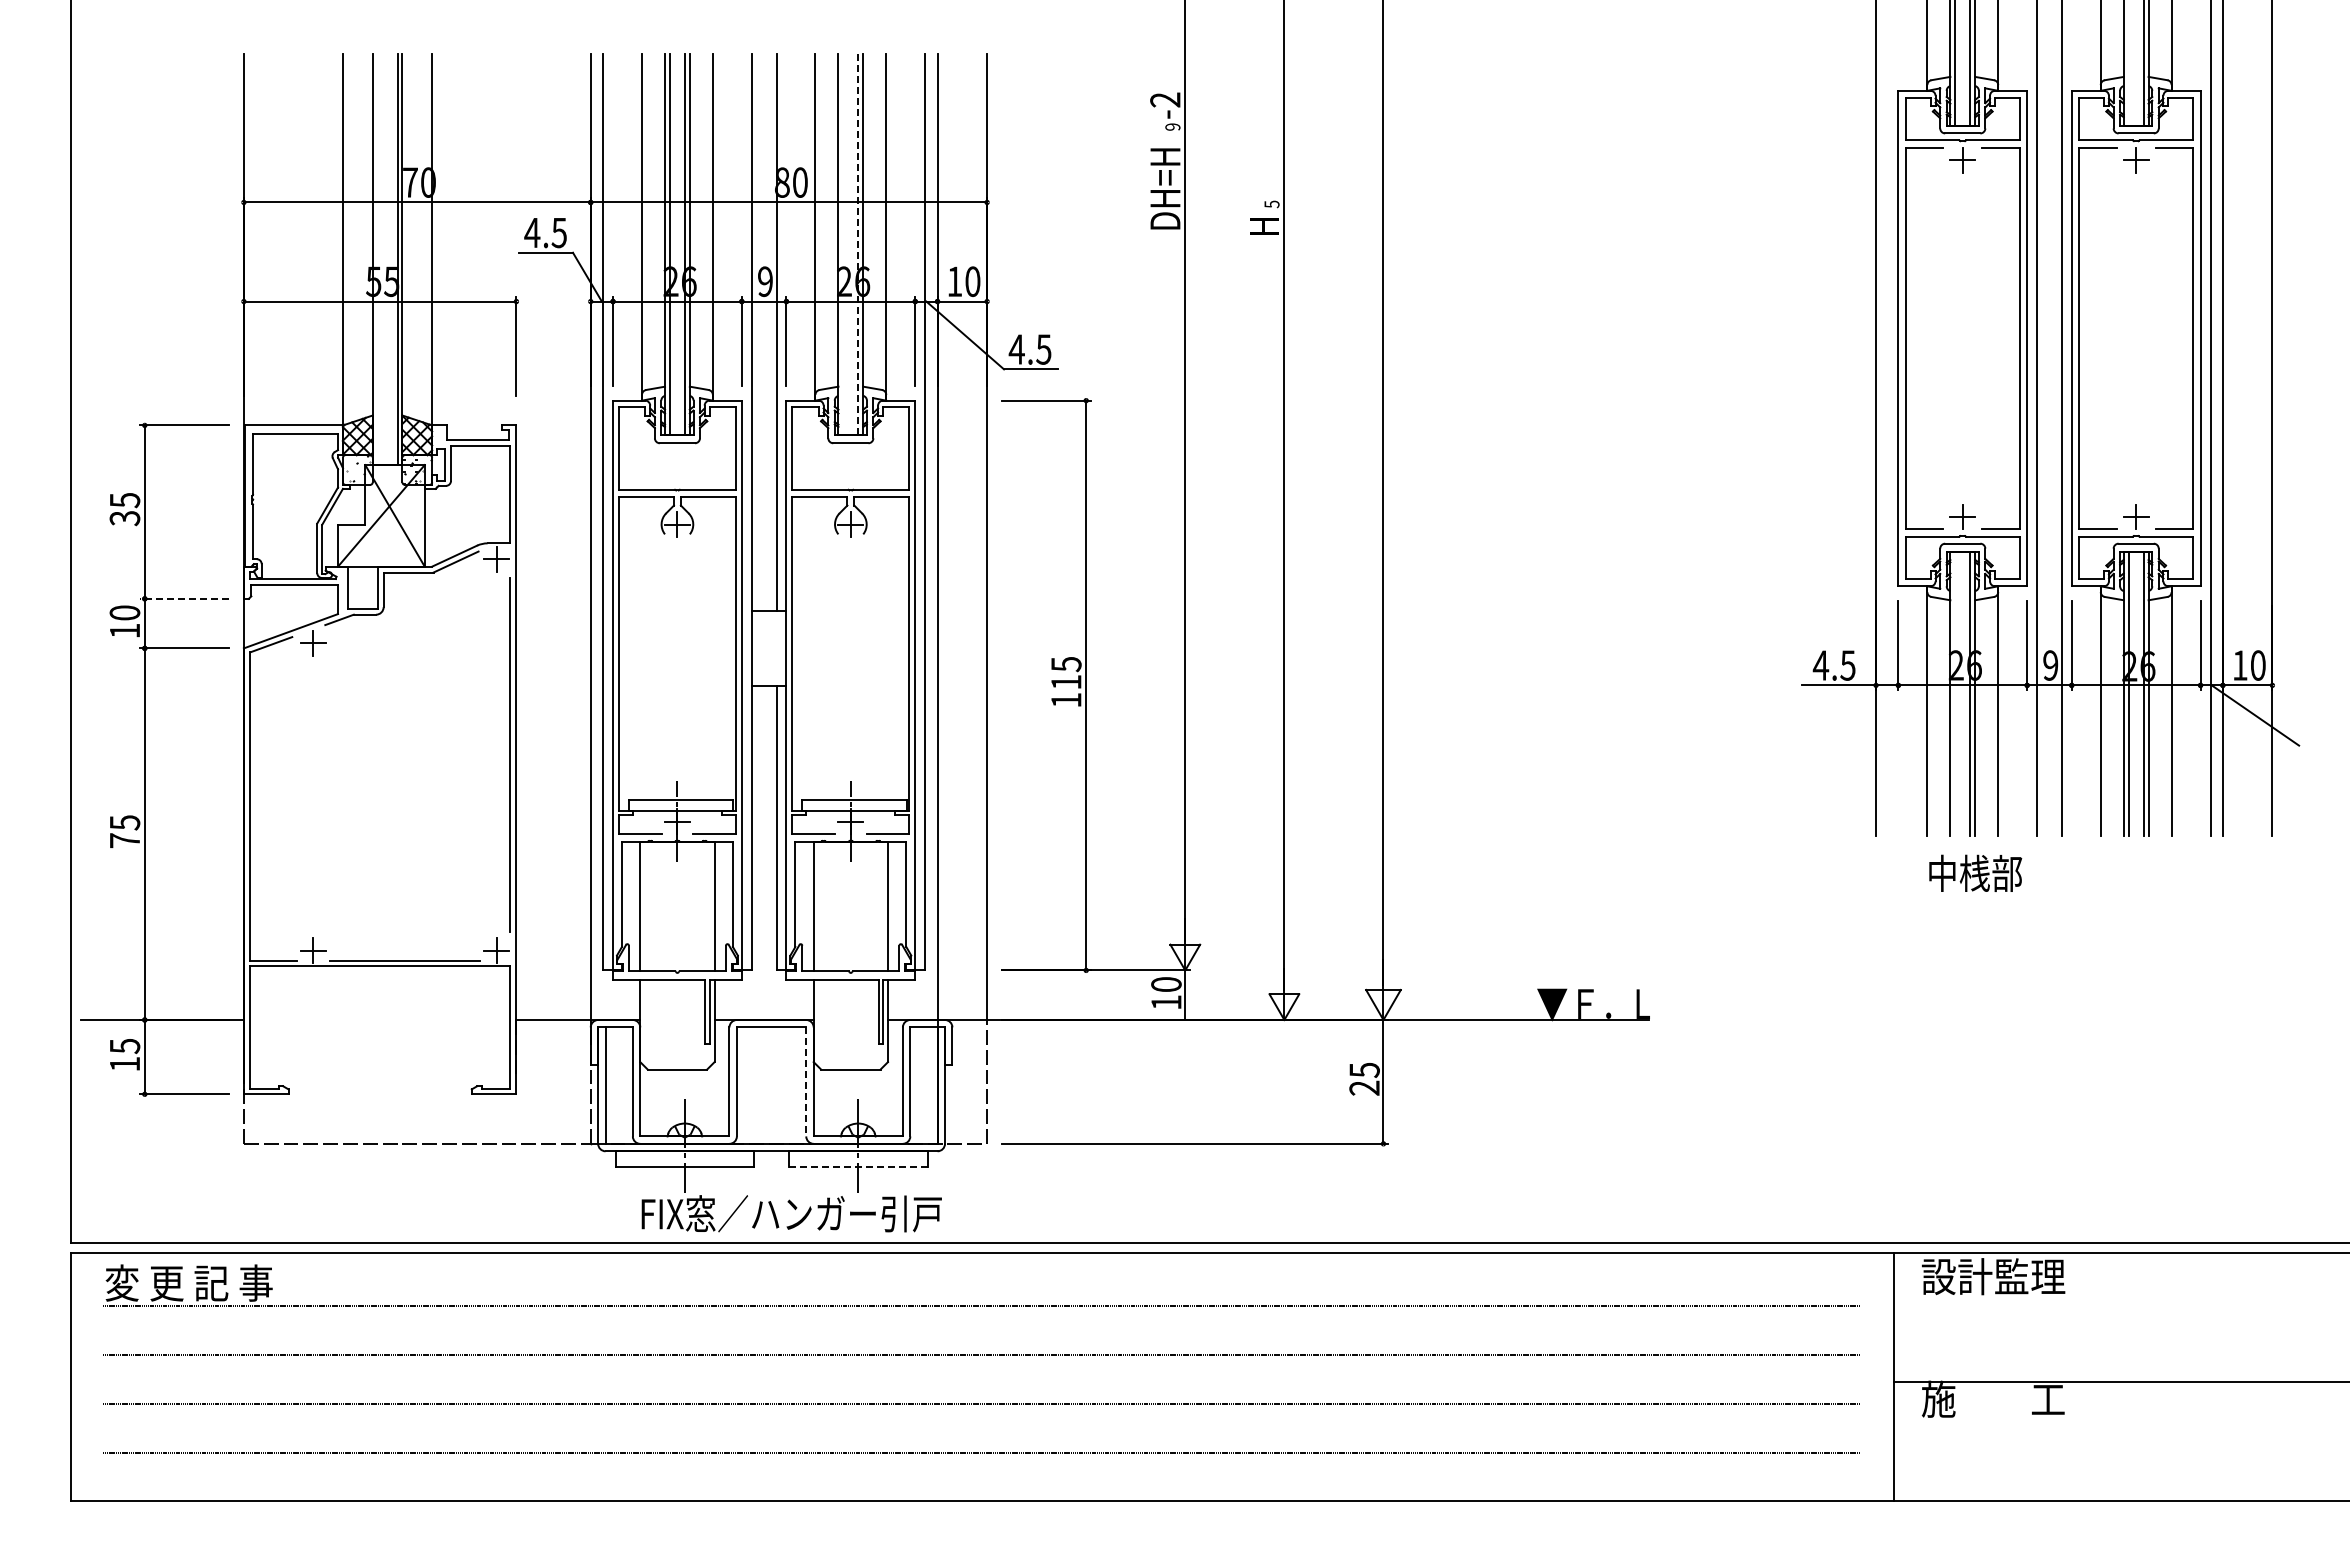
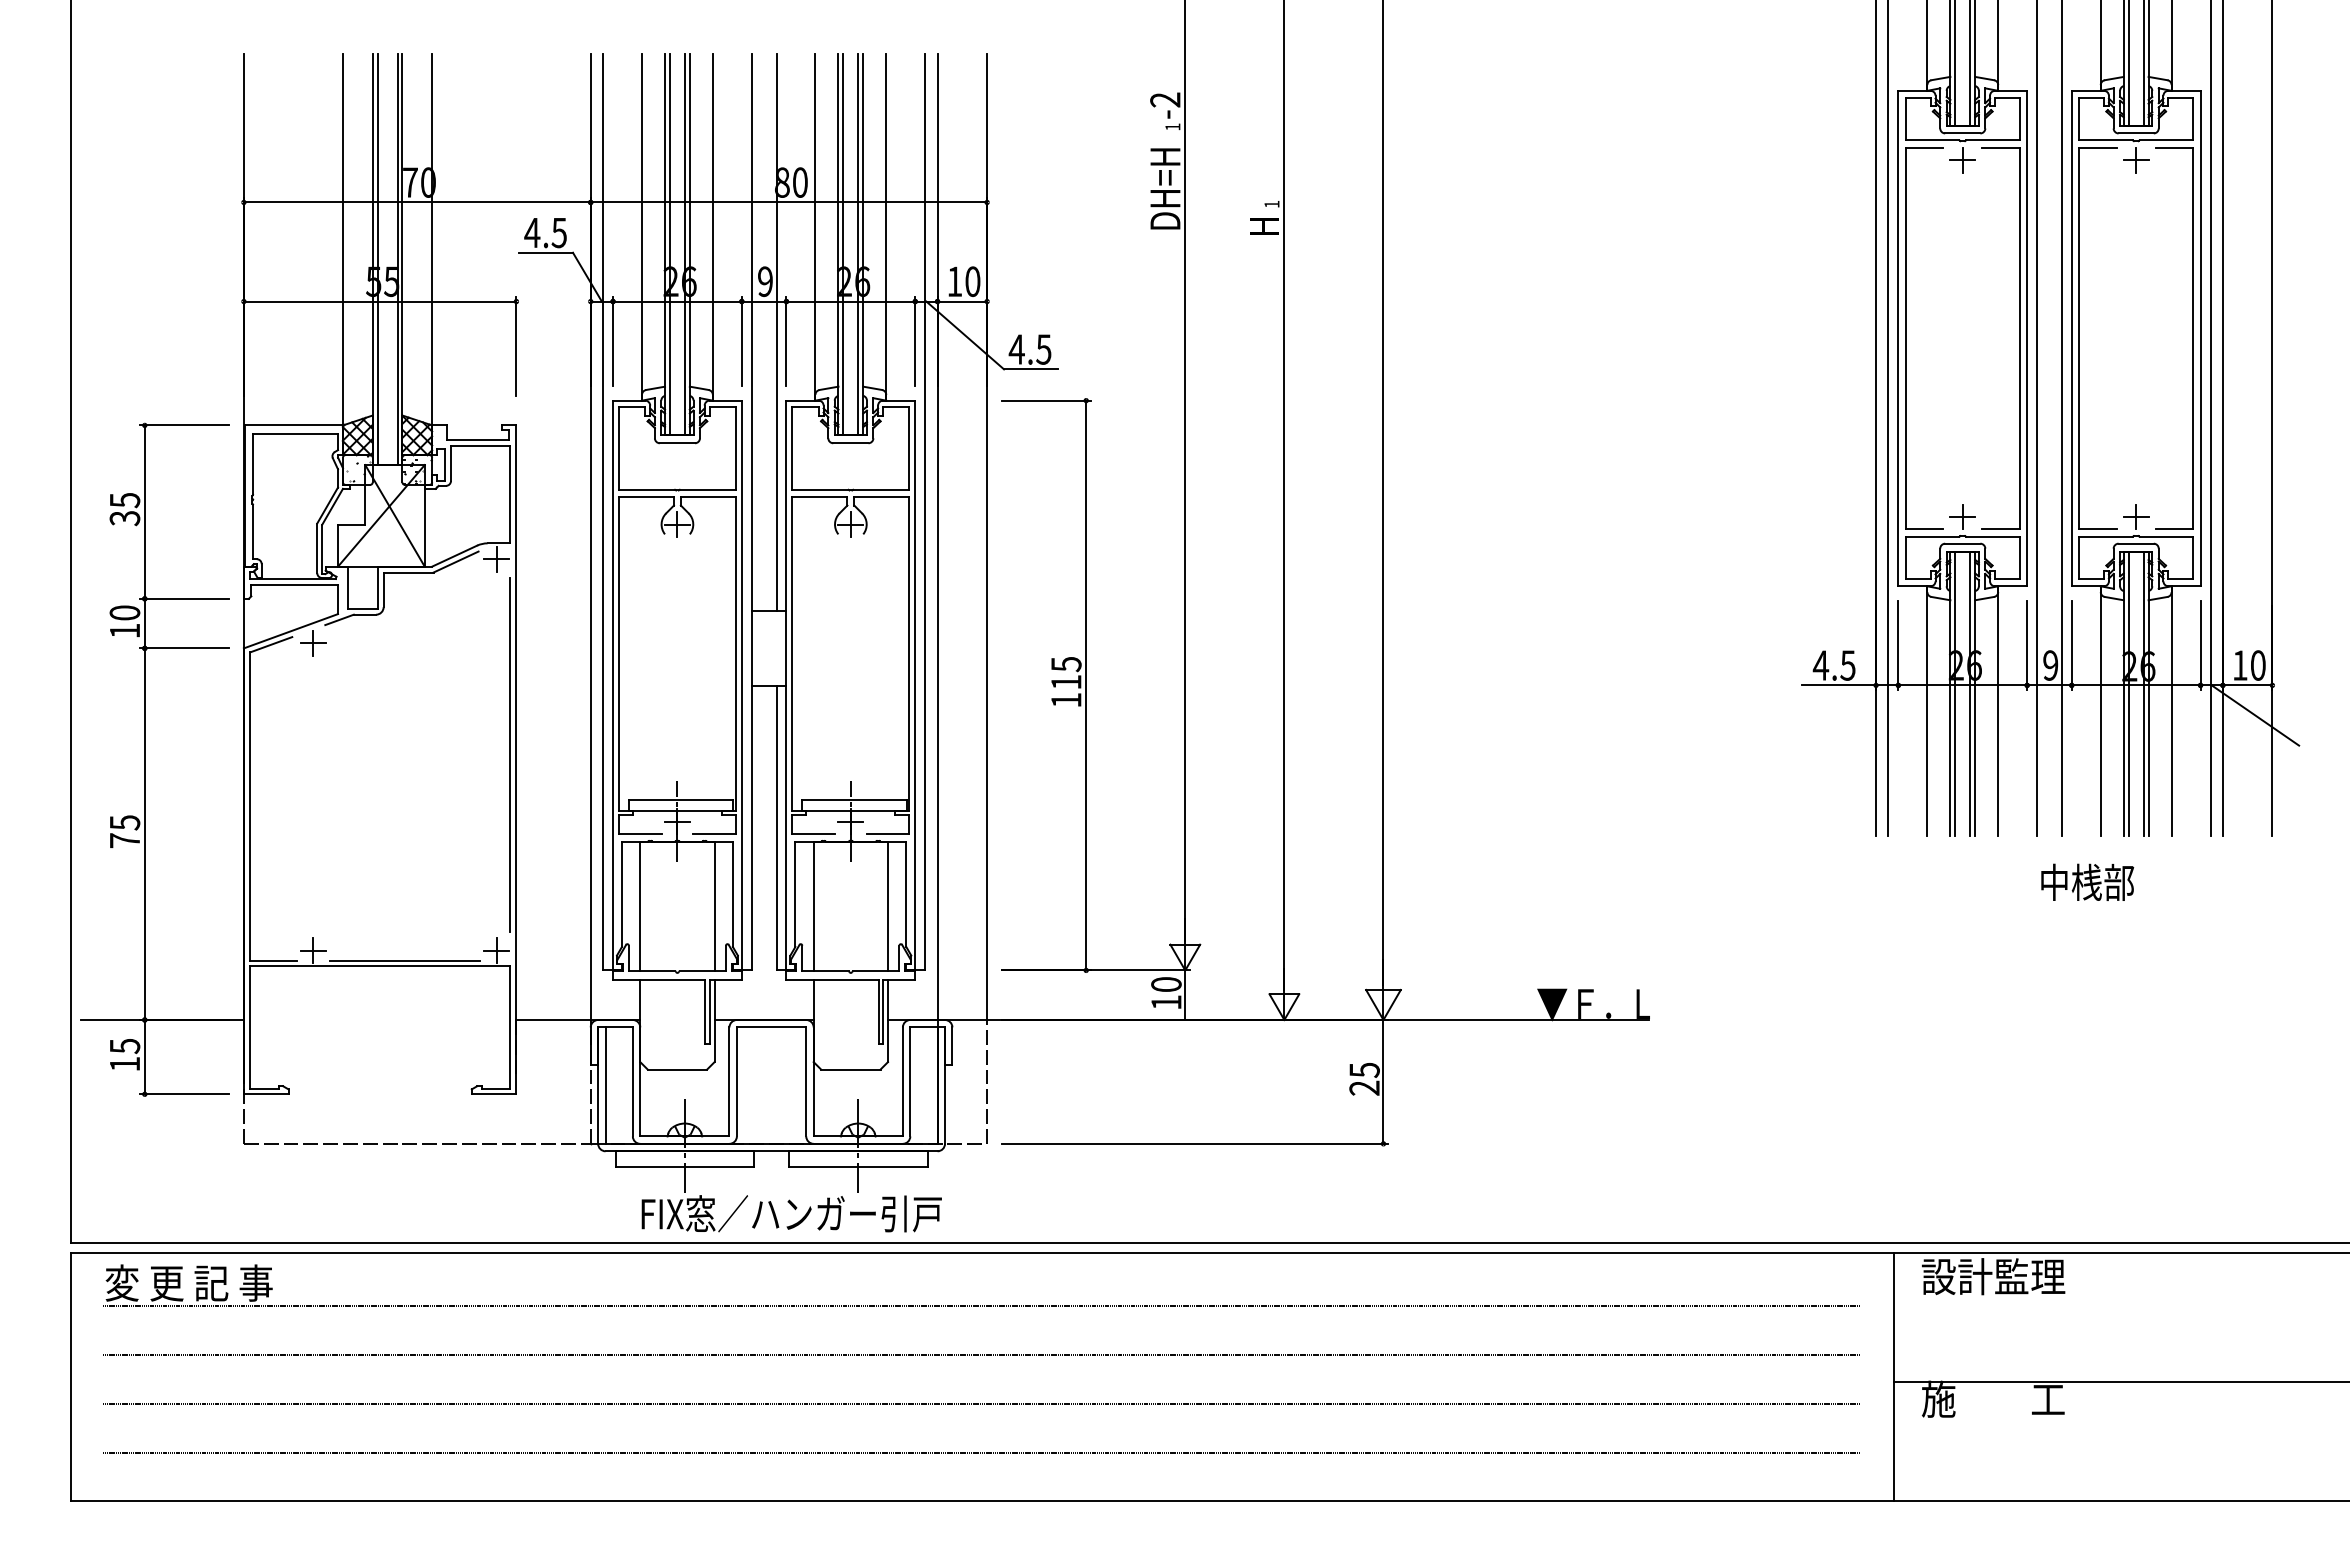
line at (2128, 63): none -> present
text at (1172, 126): 9 -> 1
text at (1271, 204): 5 -> 1
line at (843, 244): none -> present
line at (858, 244): dashed -> solid
line at (377, 259): none -> present
line at (1888, 418): none -> present
line at (184, 598): dashed -> solid
line at (1955, 693): none -> present
text at (1975, 872) position: (1975, 872) -> (2087, 881)
line at (806, 1081): dashed -> solid
line at (858, 1167): dashed -> solid
